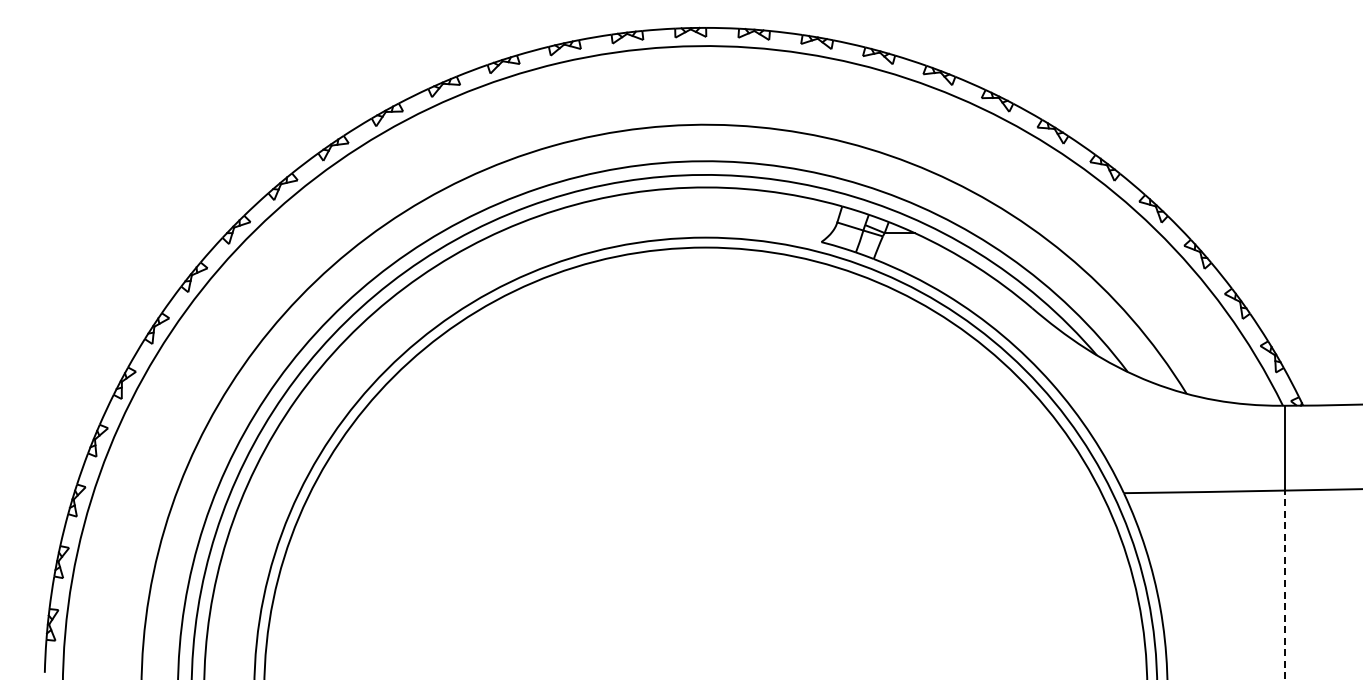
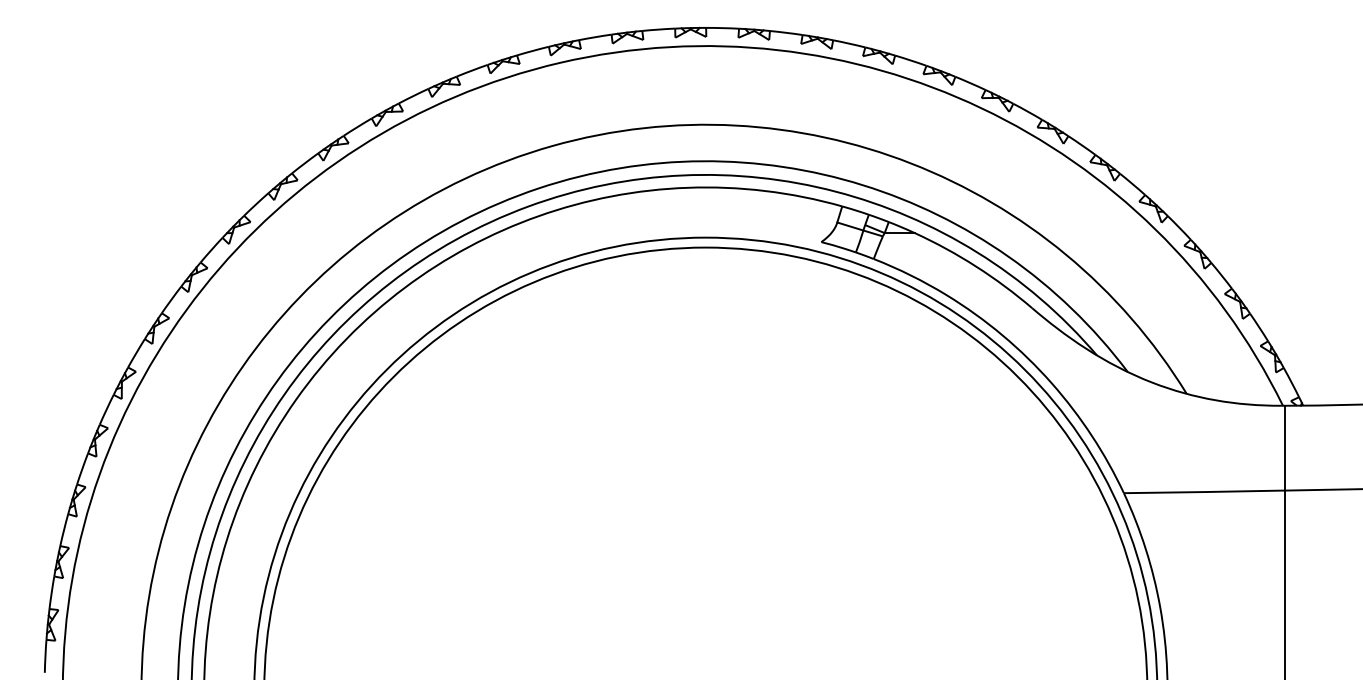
line at (1285, 584): dashed -> solid
